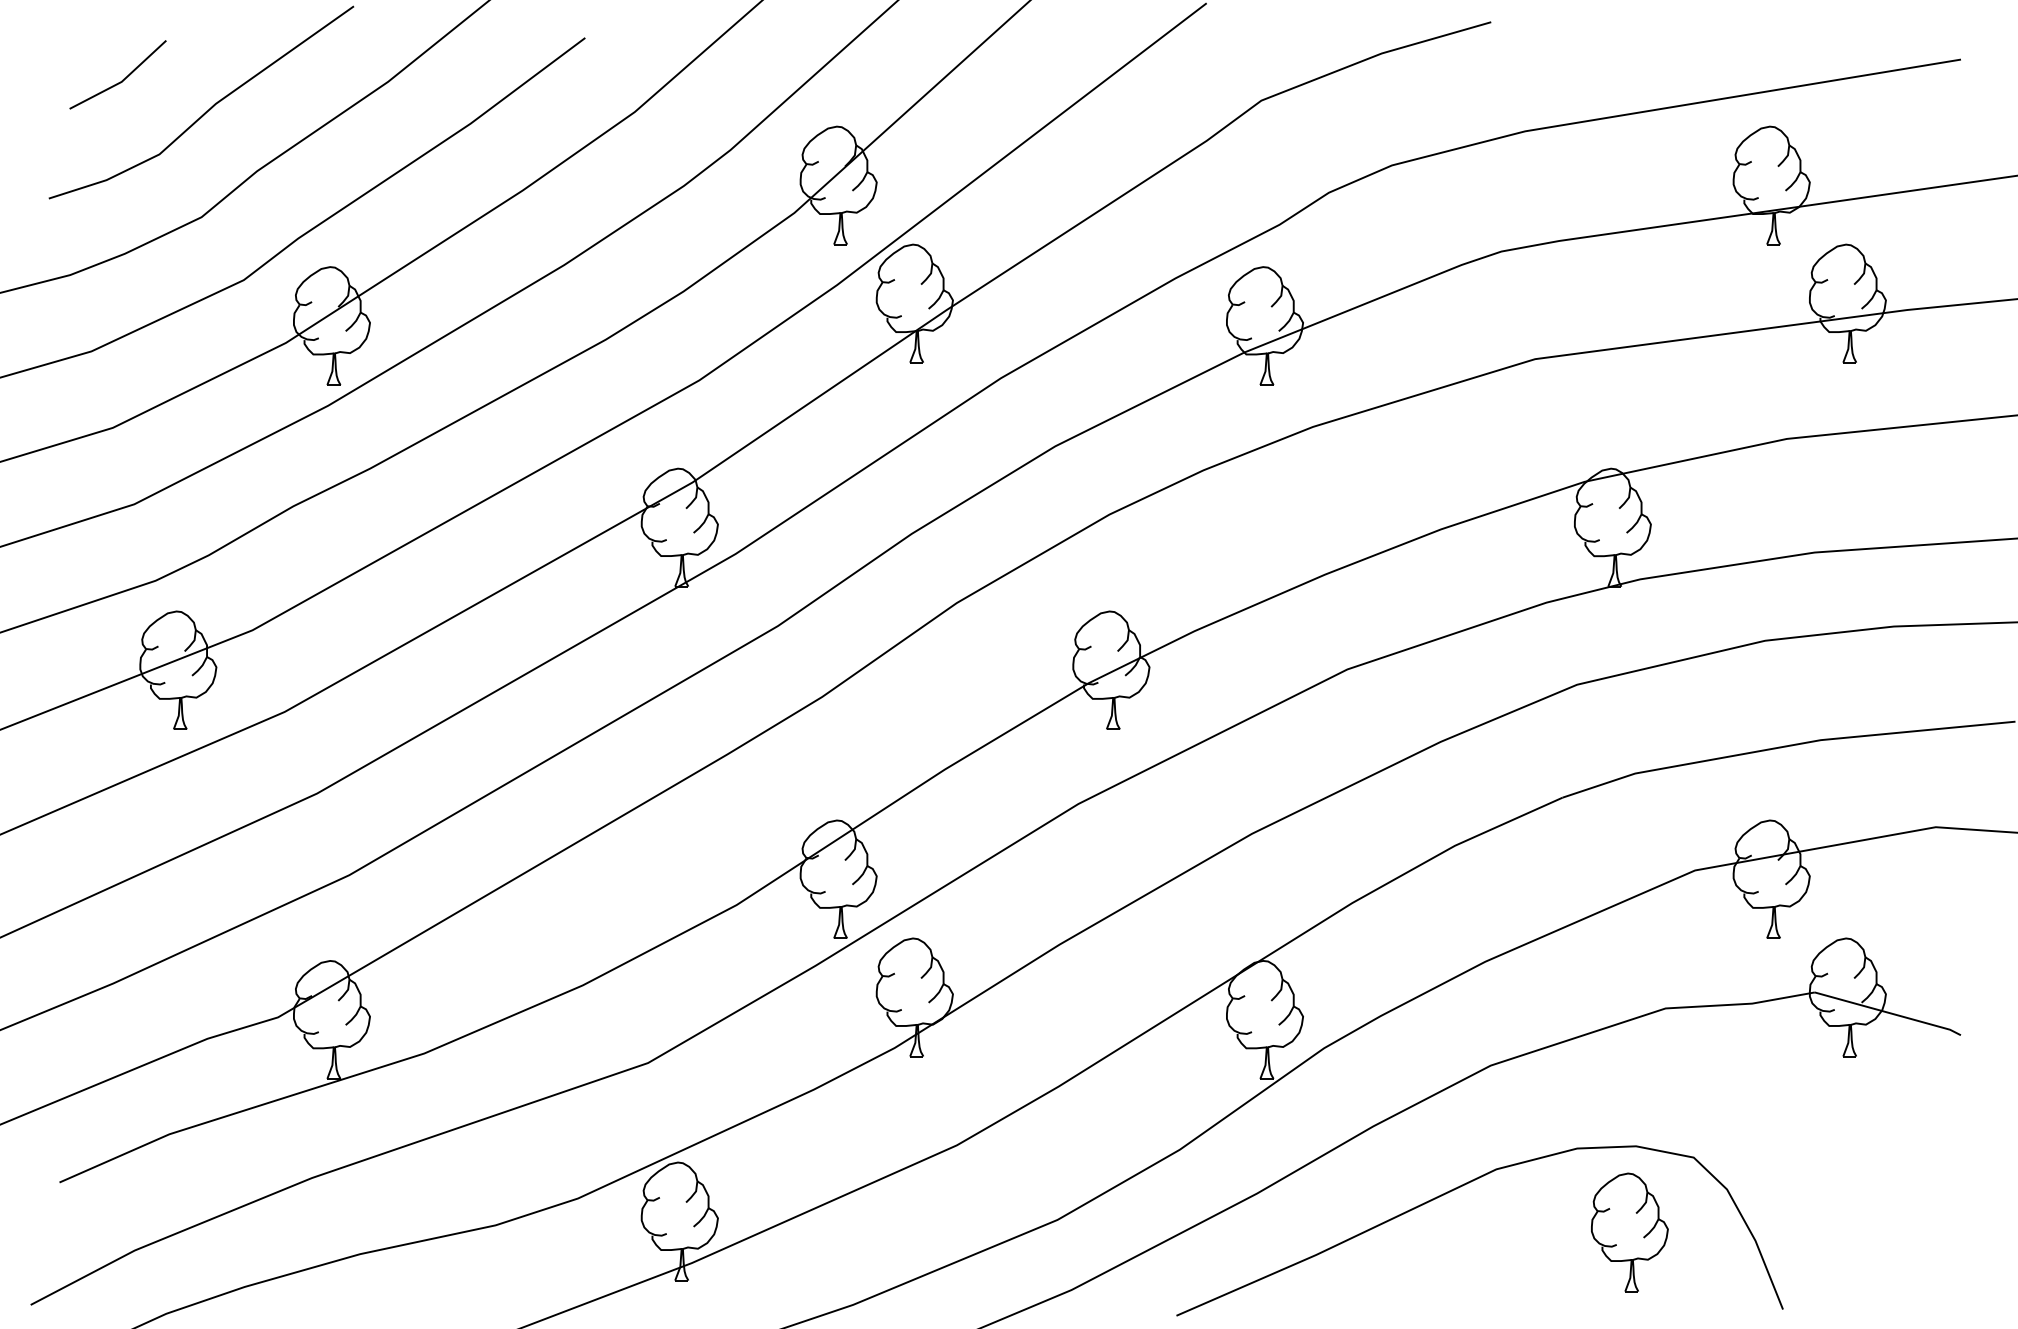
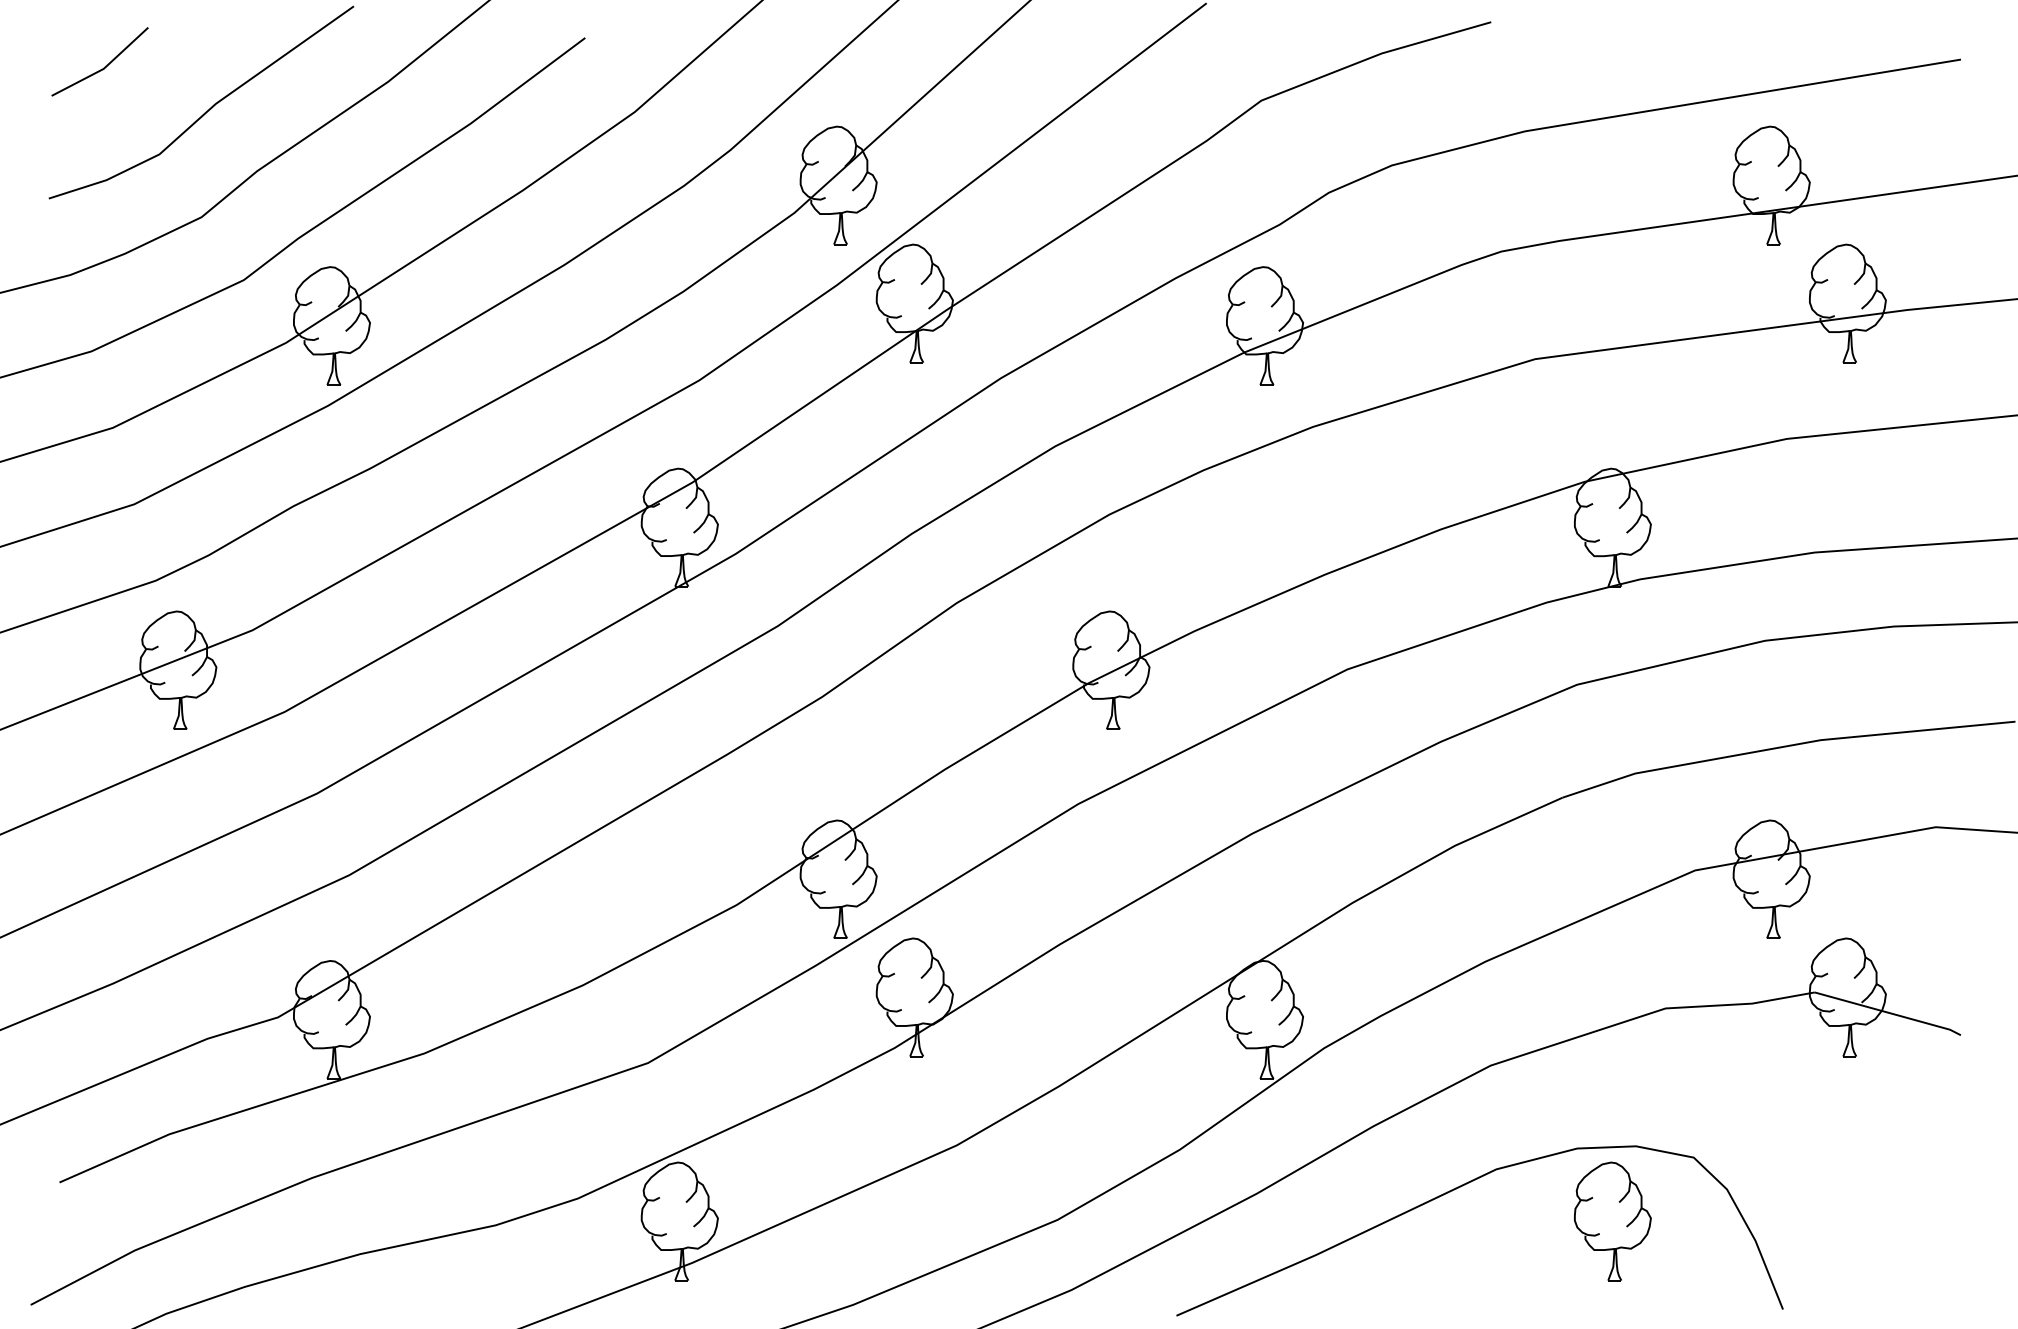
line at (122, 79) position: (122, 79) -> (104, 66)
part at (1629, 1232) position: (1629, 1232) -> (1612, 1221)
